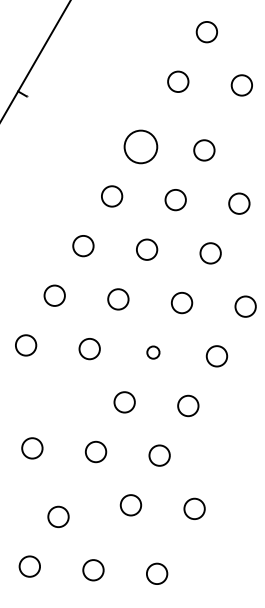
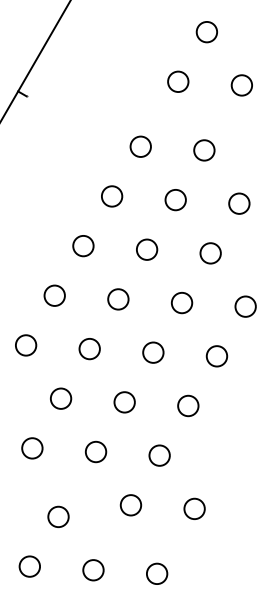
circle at (140, 146) size: 36x36 px -> 23x23 px
circle at (153, 352) size: 15x15 px -> 23x23 px
circle at (61, 398): none -> present
